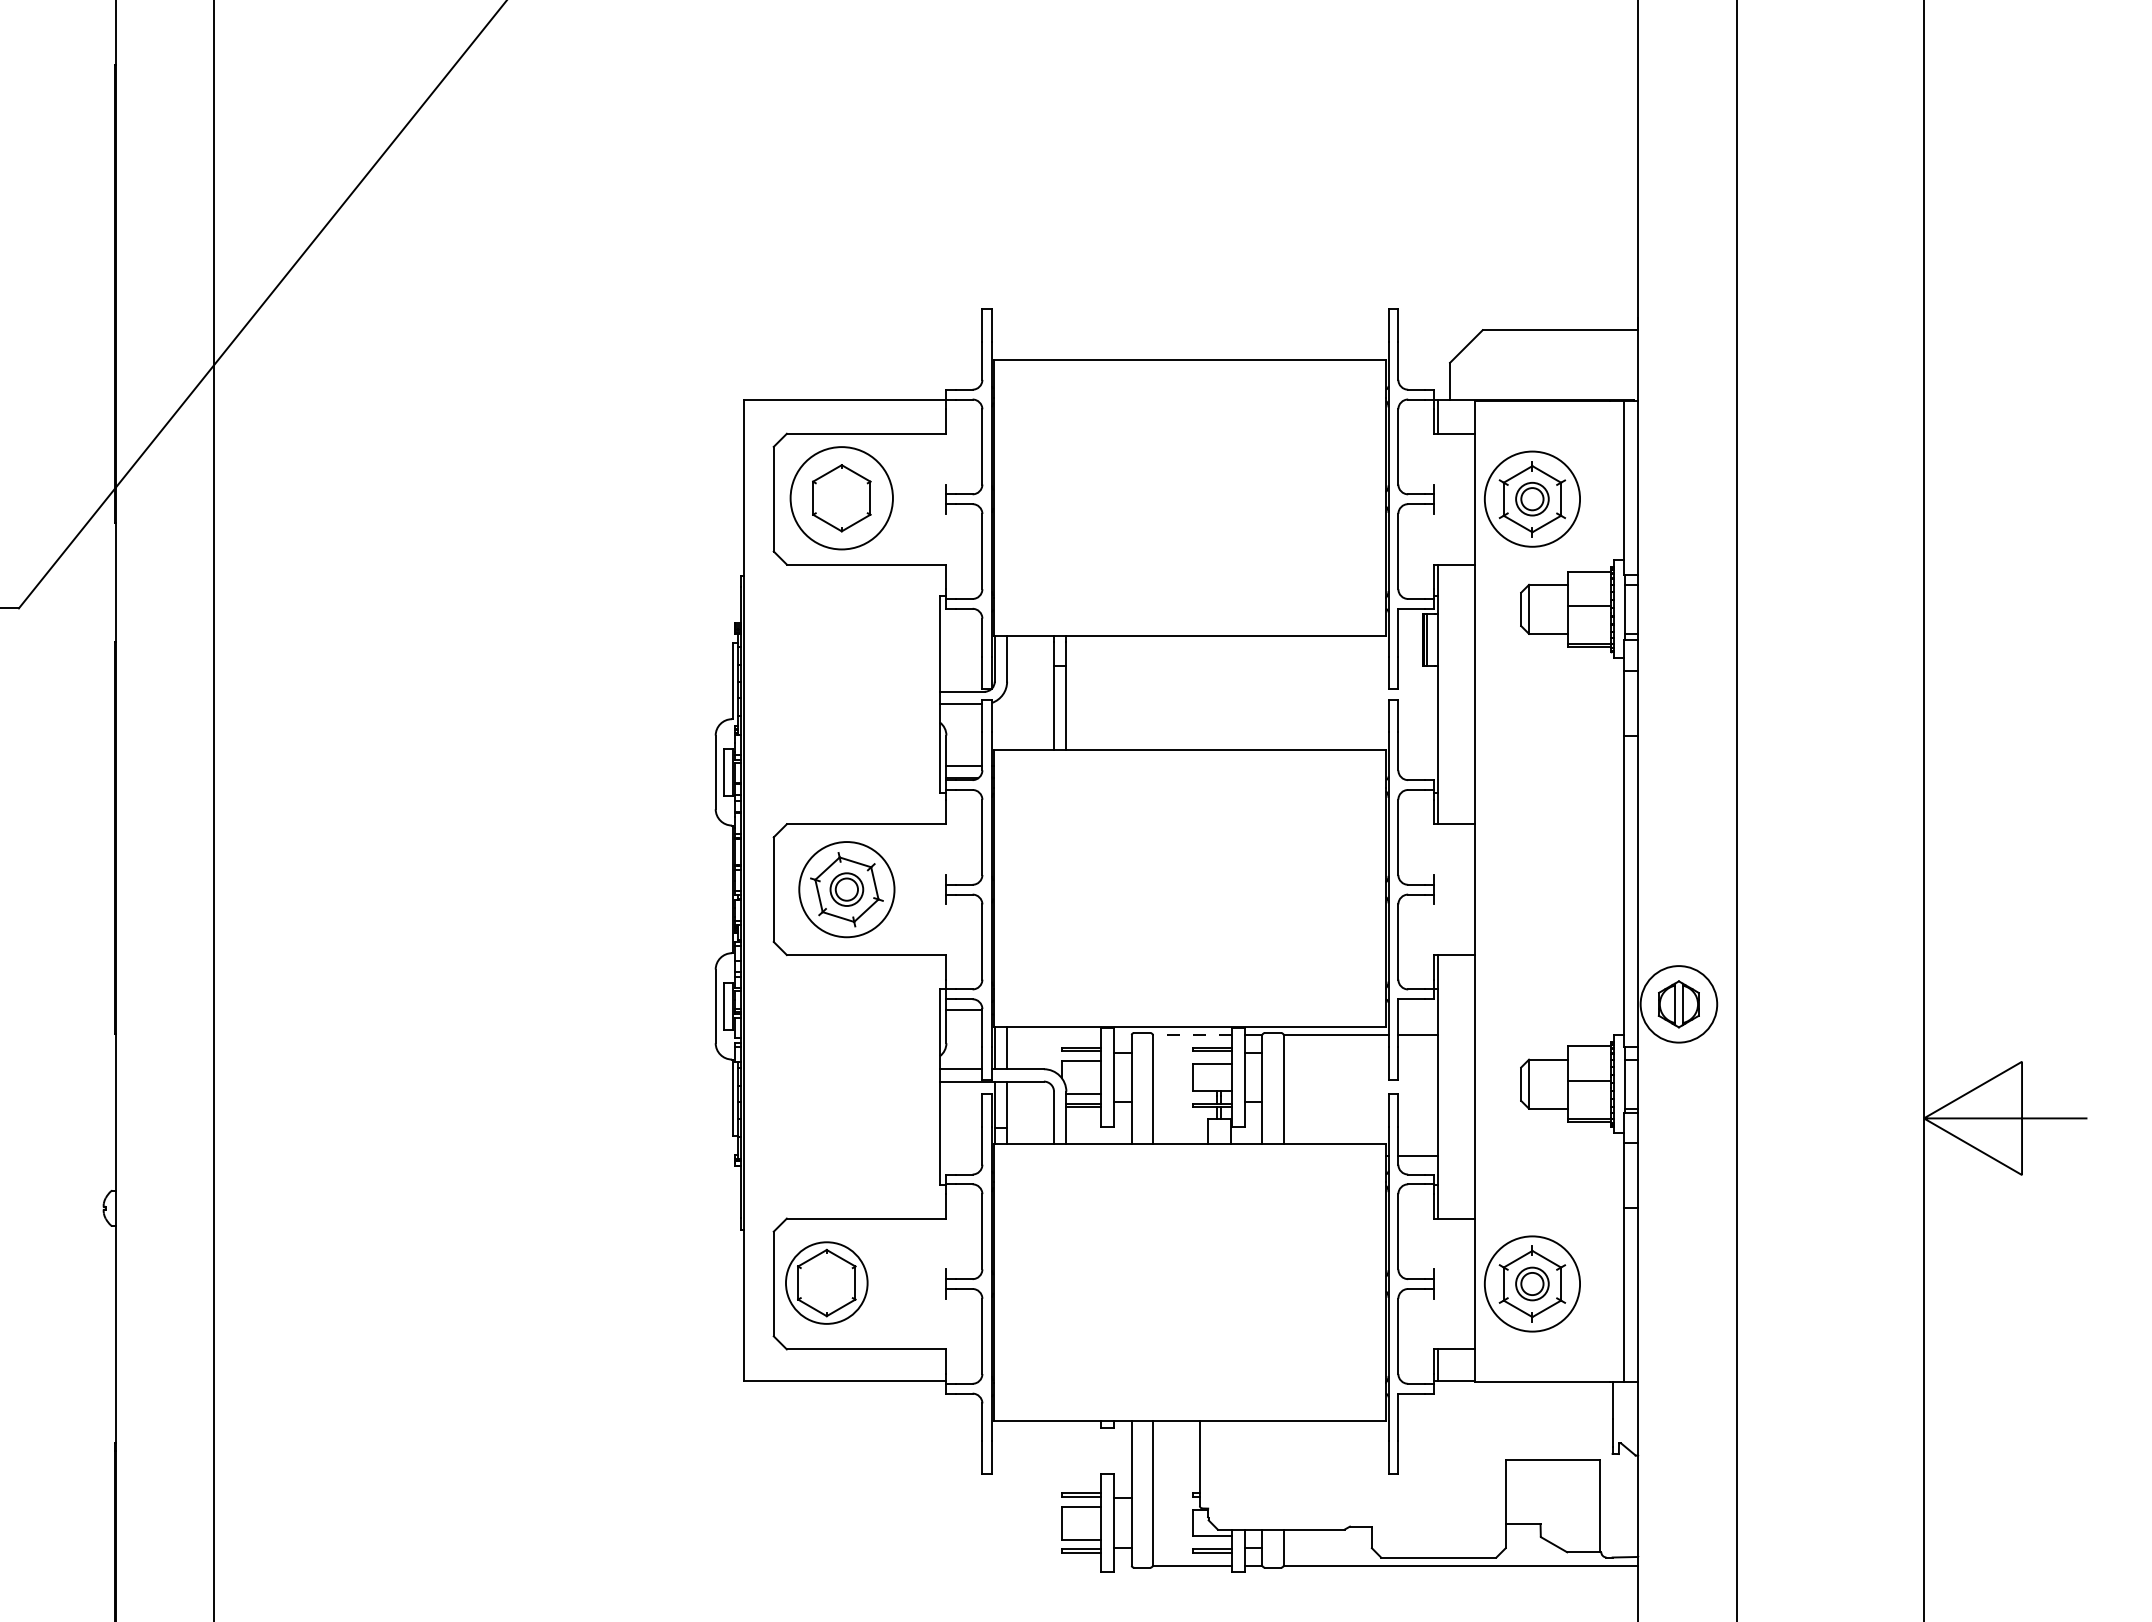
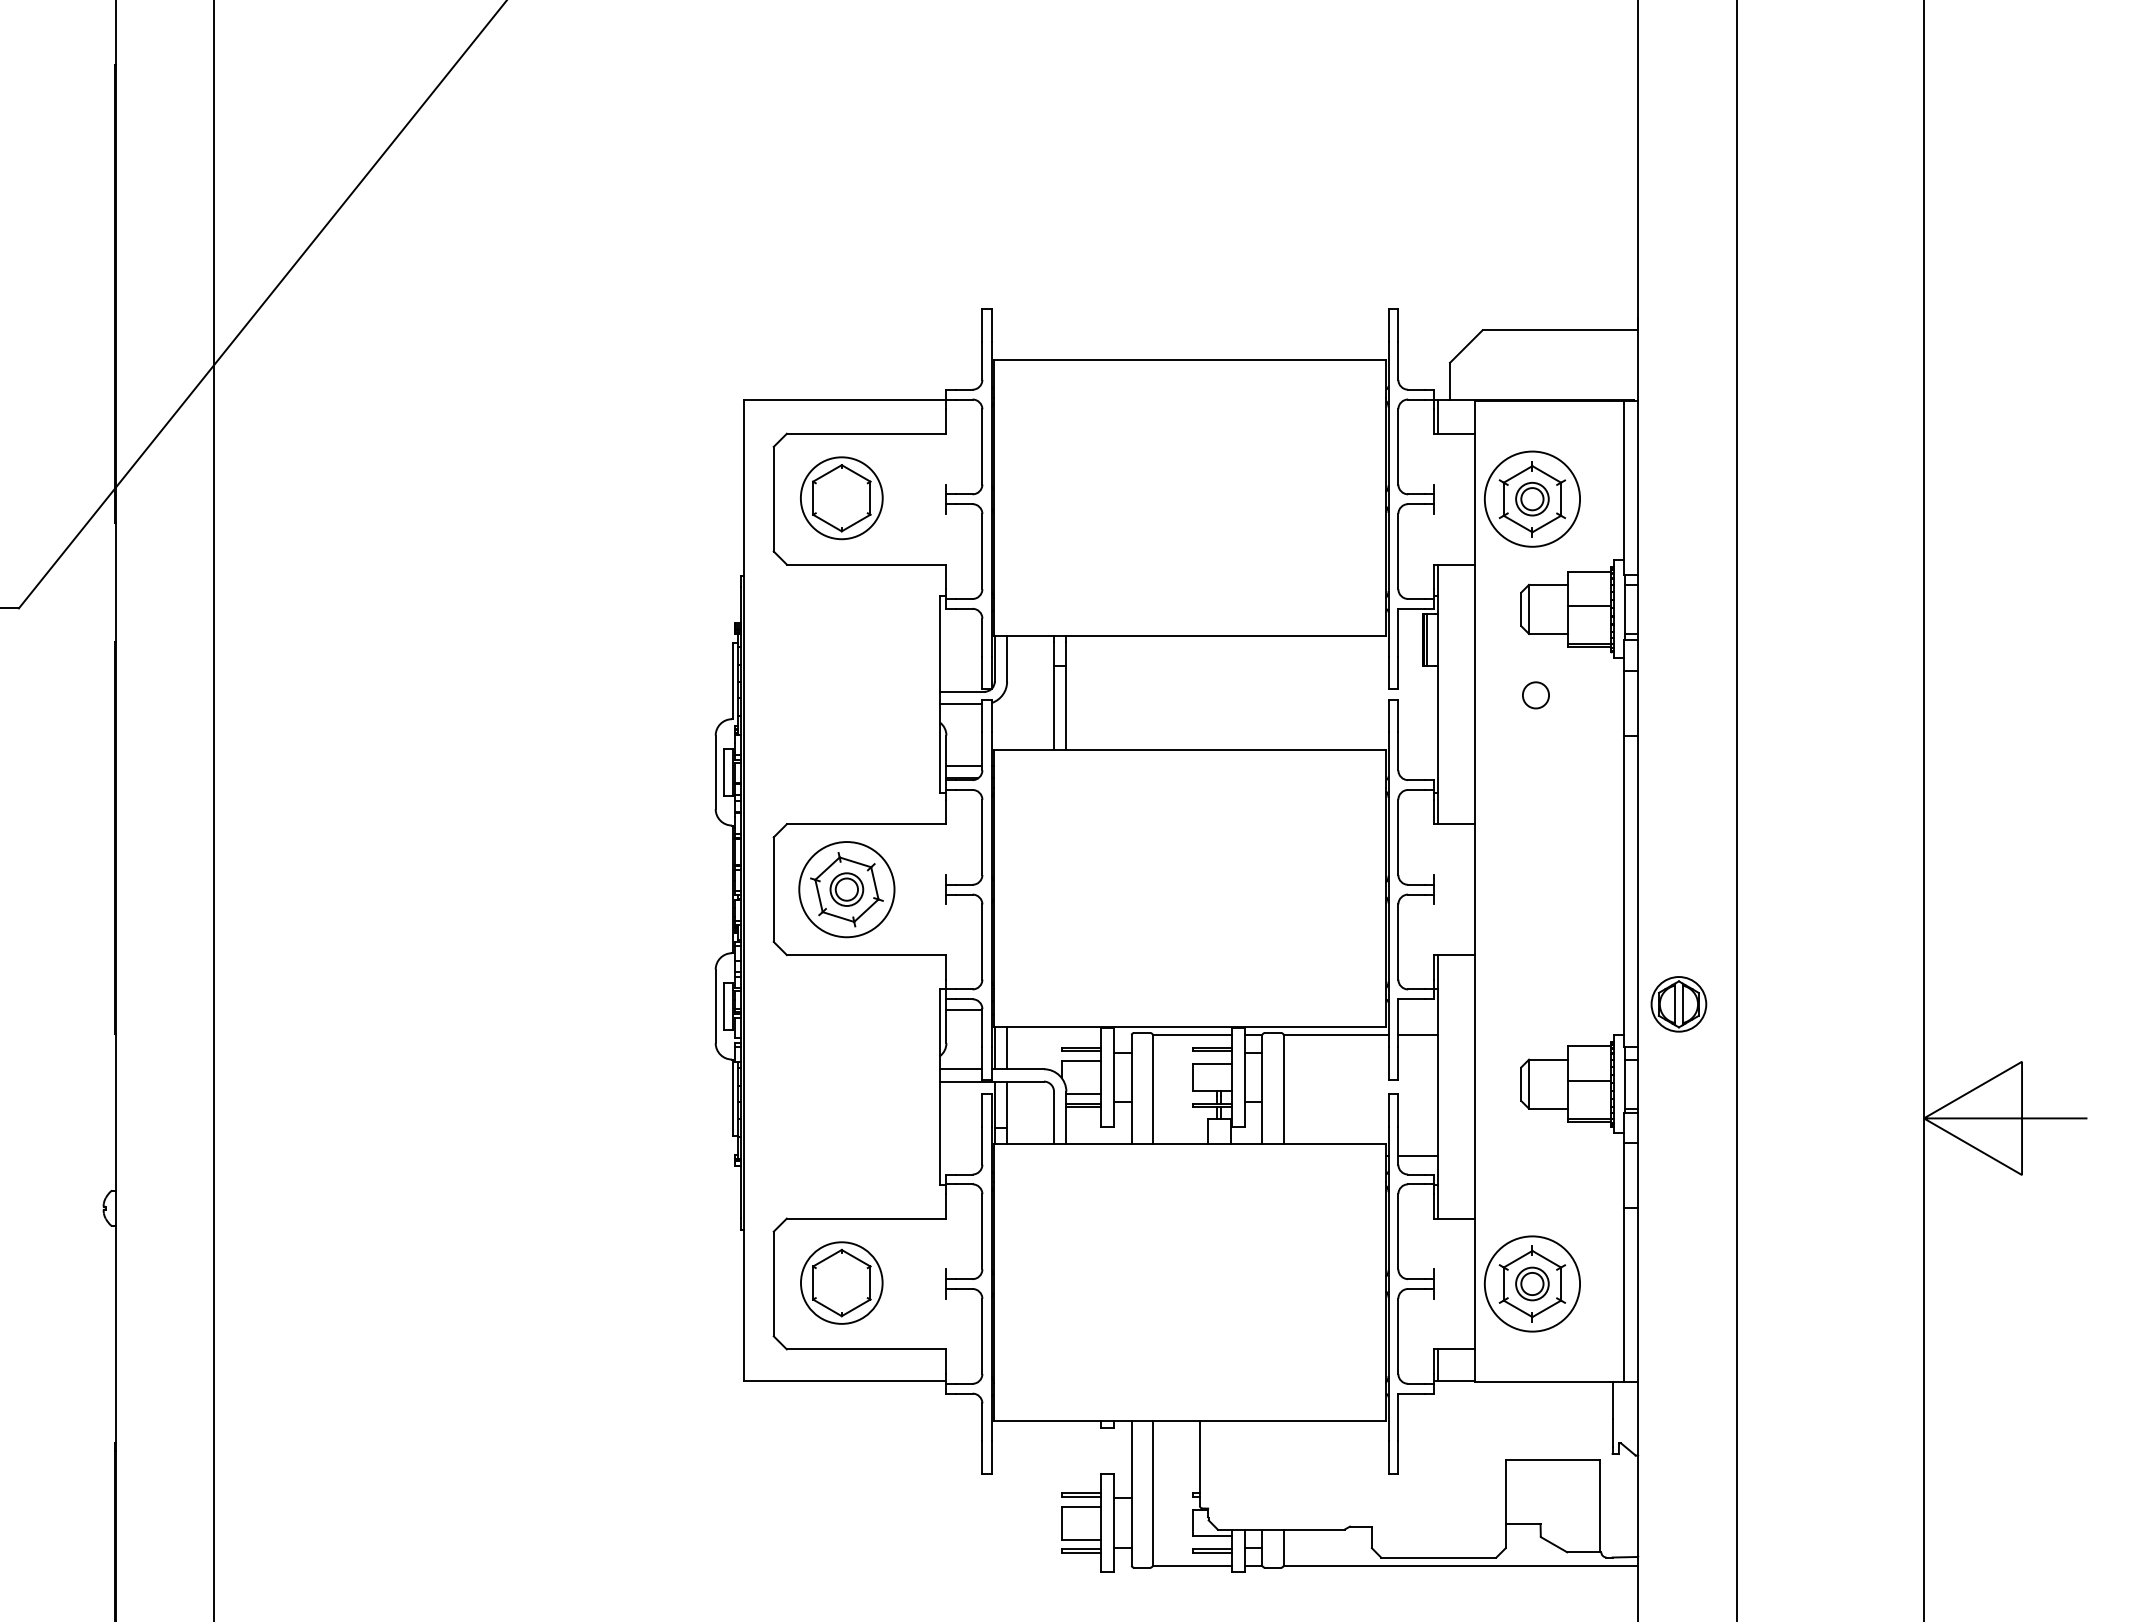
circle at (841, 498) diameter: 102 px -> 82 px
circle at (1535, 695): none -> present
circle at (1678, 1004) diameter: 77 px -> 55 px
line at (1192, 1034): dashed -> solid
part at (826, 1282) position: (826, 1282) -> (841, 1282)
